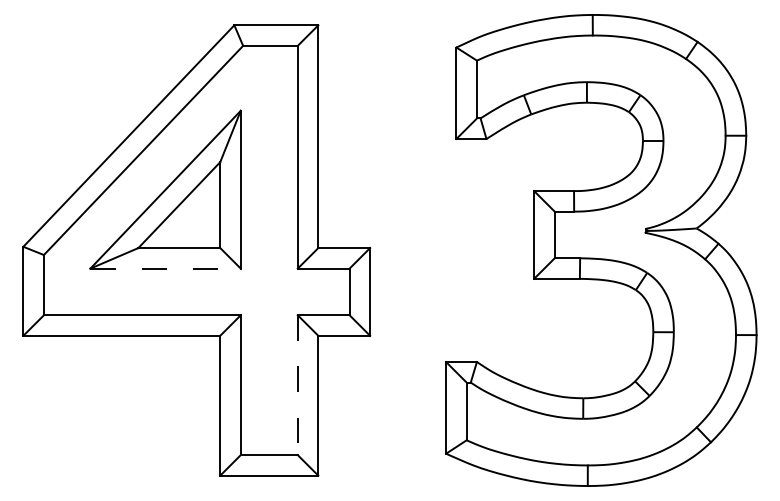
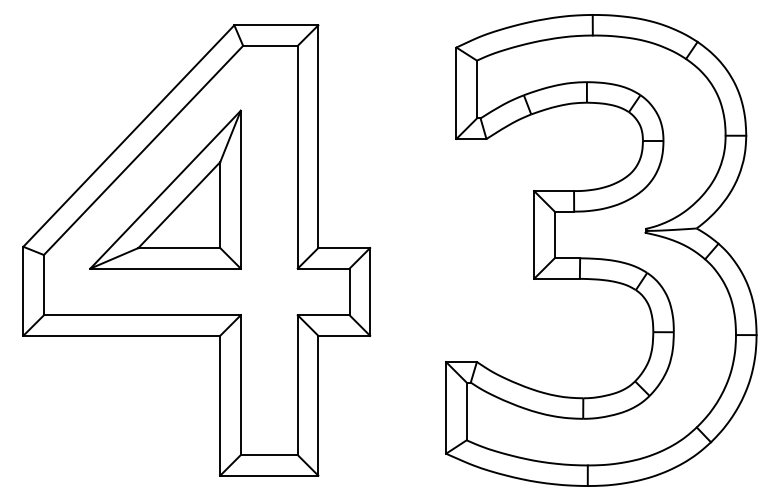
line at (166, 268): dashed -> solid
line at (297, 385): dashed -> solid
